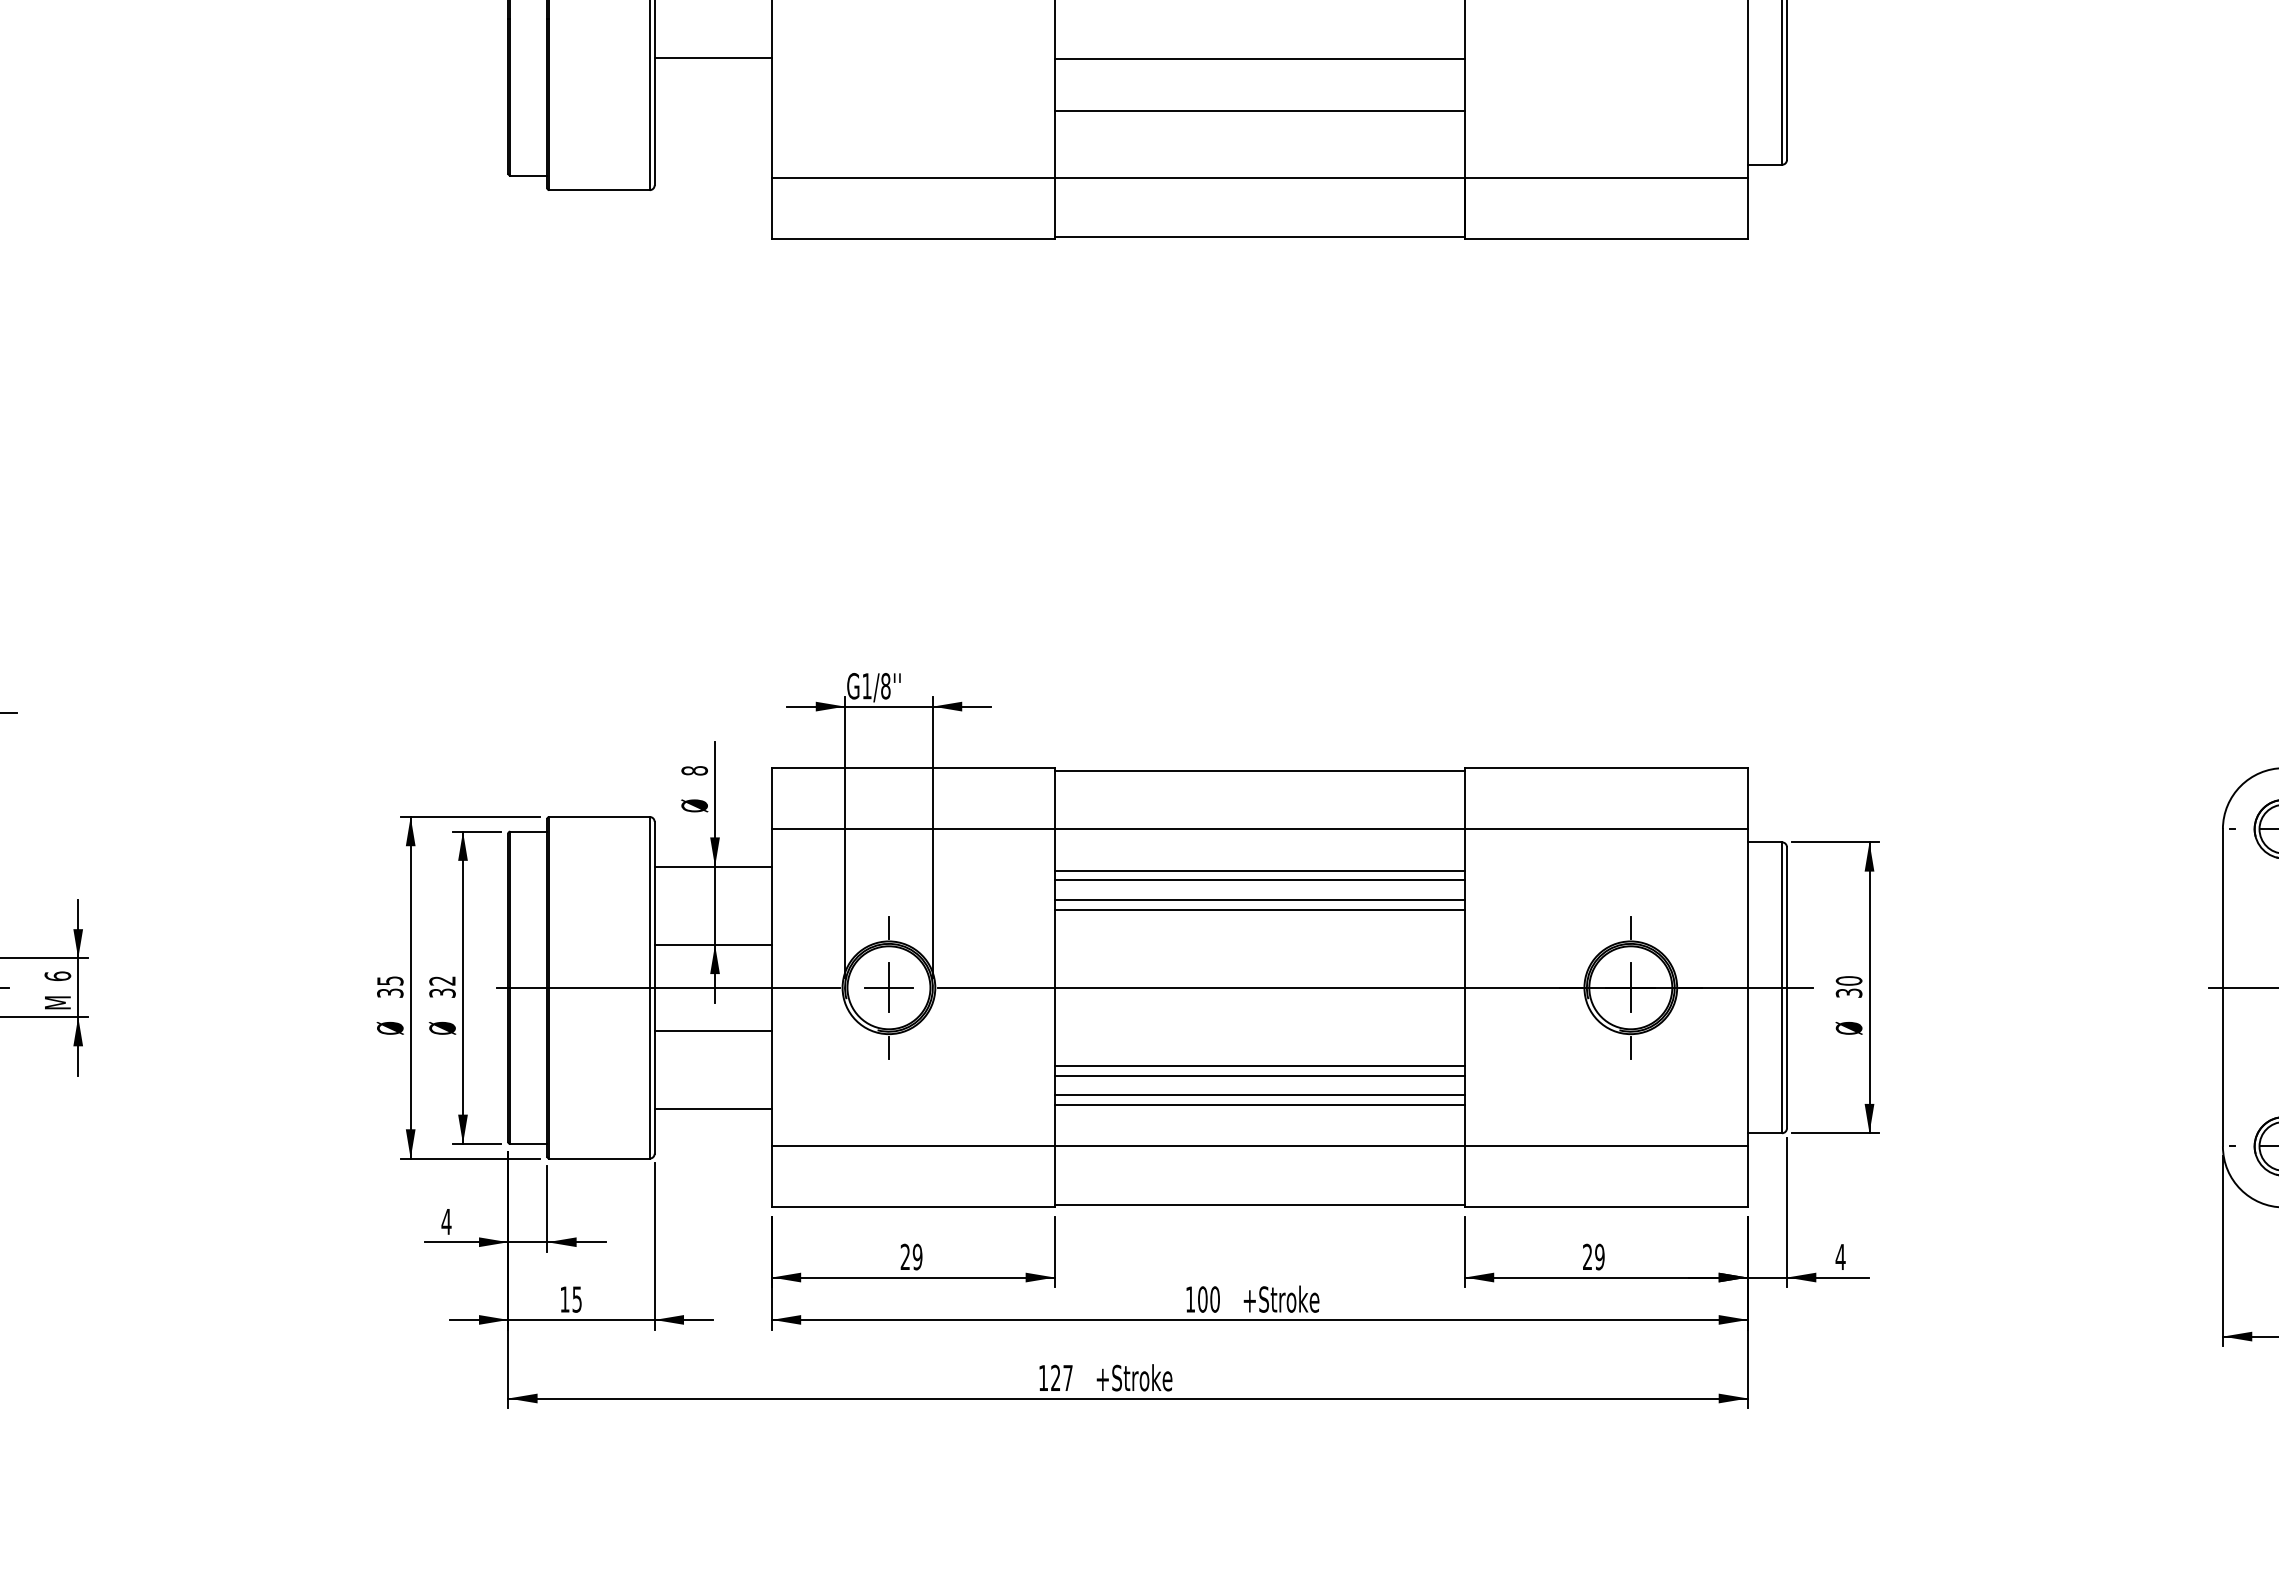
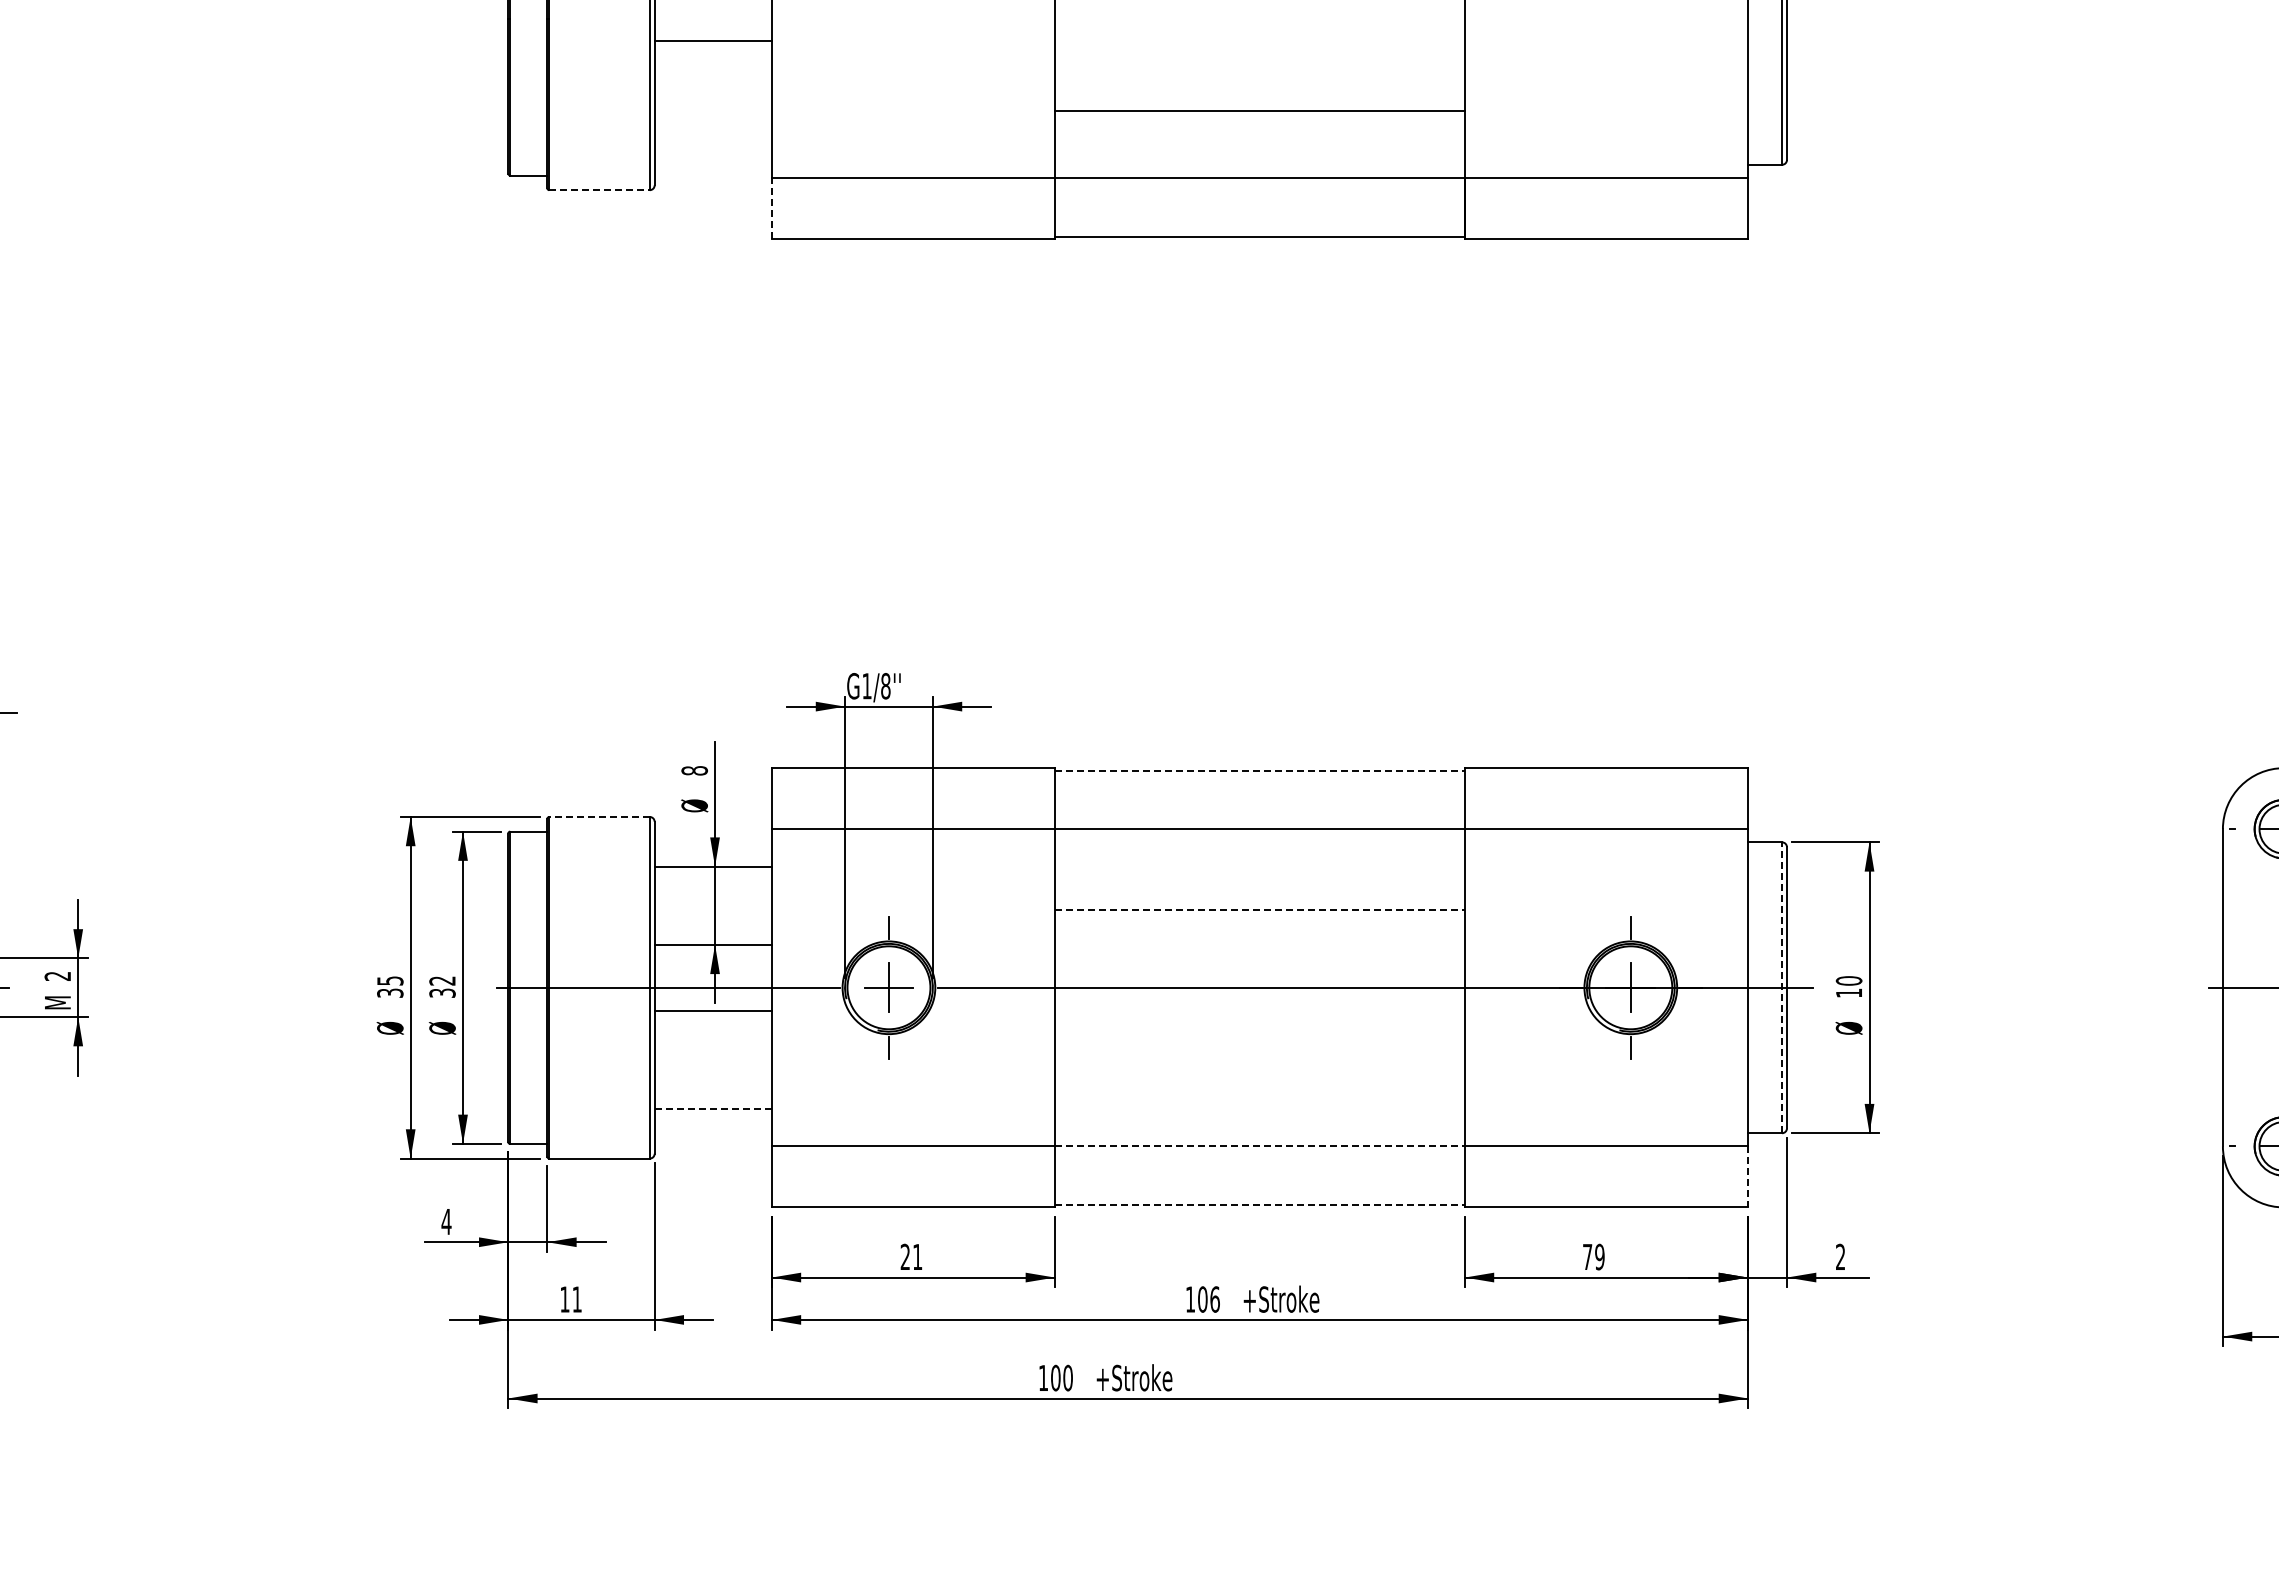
line at (712, 58) position: (712, 58) -> (712, 41)
line at (1259, 59): present -> none
line at (600, 190): solid -> dashed
line at (771, 208): solid -> dashed
line at (1259, 770): solid -> dashed
line at (599, 816): solid -> dashed
line at (1259, 870): present -> none
line at (1259, 880): present -> none
line at (1259, 899): present -> none
line at (1259, 909): solid -> dashed
text at (57, 976): 6 -> 2
line at (1782, 987): solid -> dashed
text at (1848, 992): 30 -> 10
line at (712, 1030) position: (712, 1030) -> (712, 1010)
line at (1259, 1065): present -> none
line at (1259, 1075): present -> none
line at (1259, 1095): present -> none
line at (1259, 1104): present -> none
line at (713, 1108): solid -> dashed
line at (1259, 1146): solid -> dashed
line at (1747, 1176): solid -> dashed
line at (1259, 1204): solid -> dashed
text at (917, 1256): 29 -> 21
text at (1587, 1256): 29 -> 79
text at (1840, 1256): 4 -> 2
text at (576, 1299): 15 -> 11
text at (1214, 1299): 100 -> 106
text at (1061, 1377): 127 -> 100
